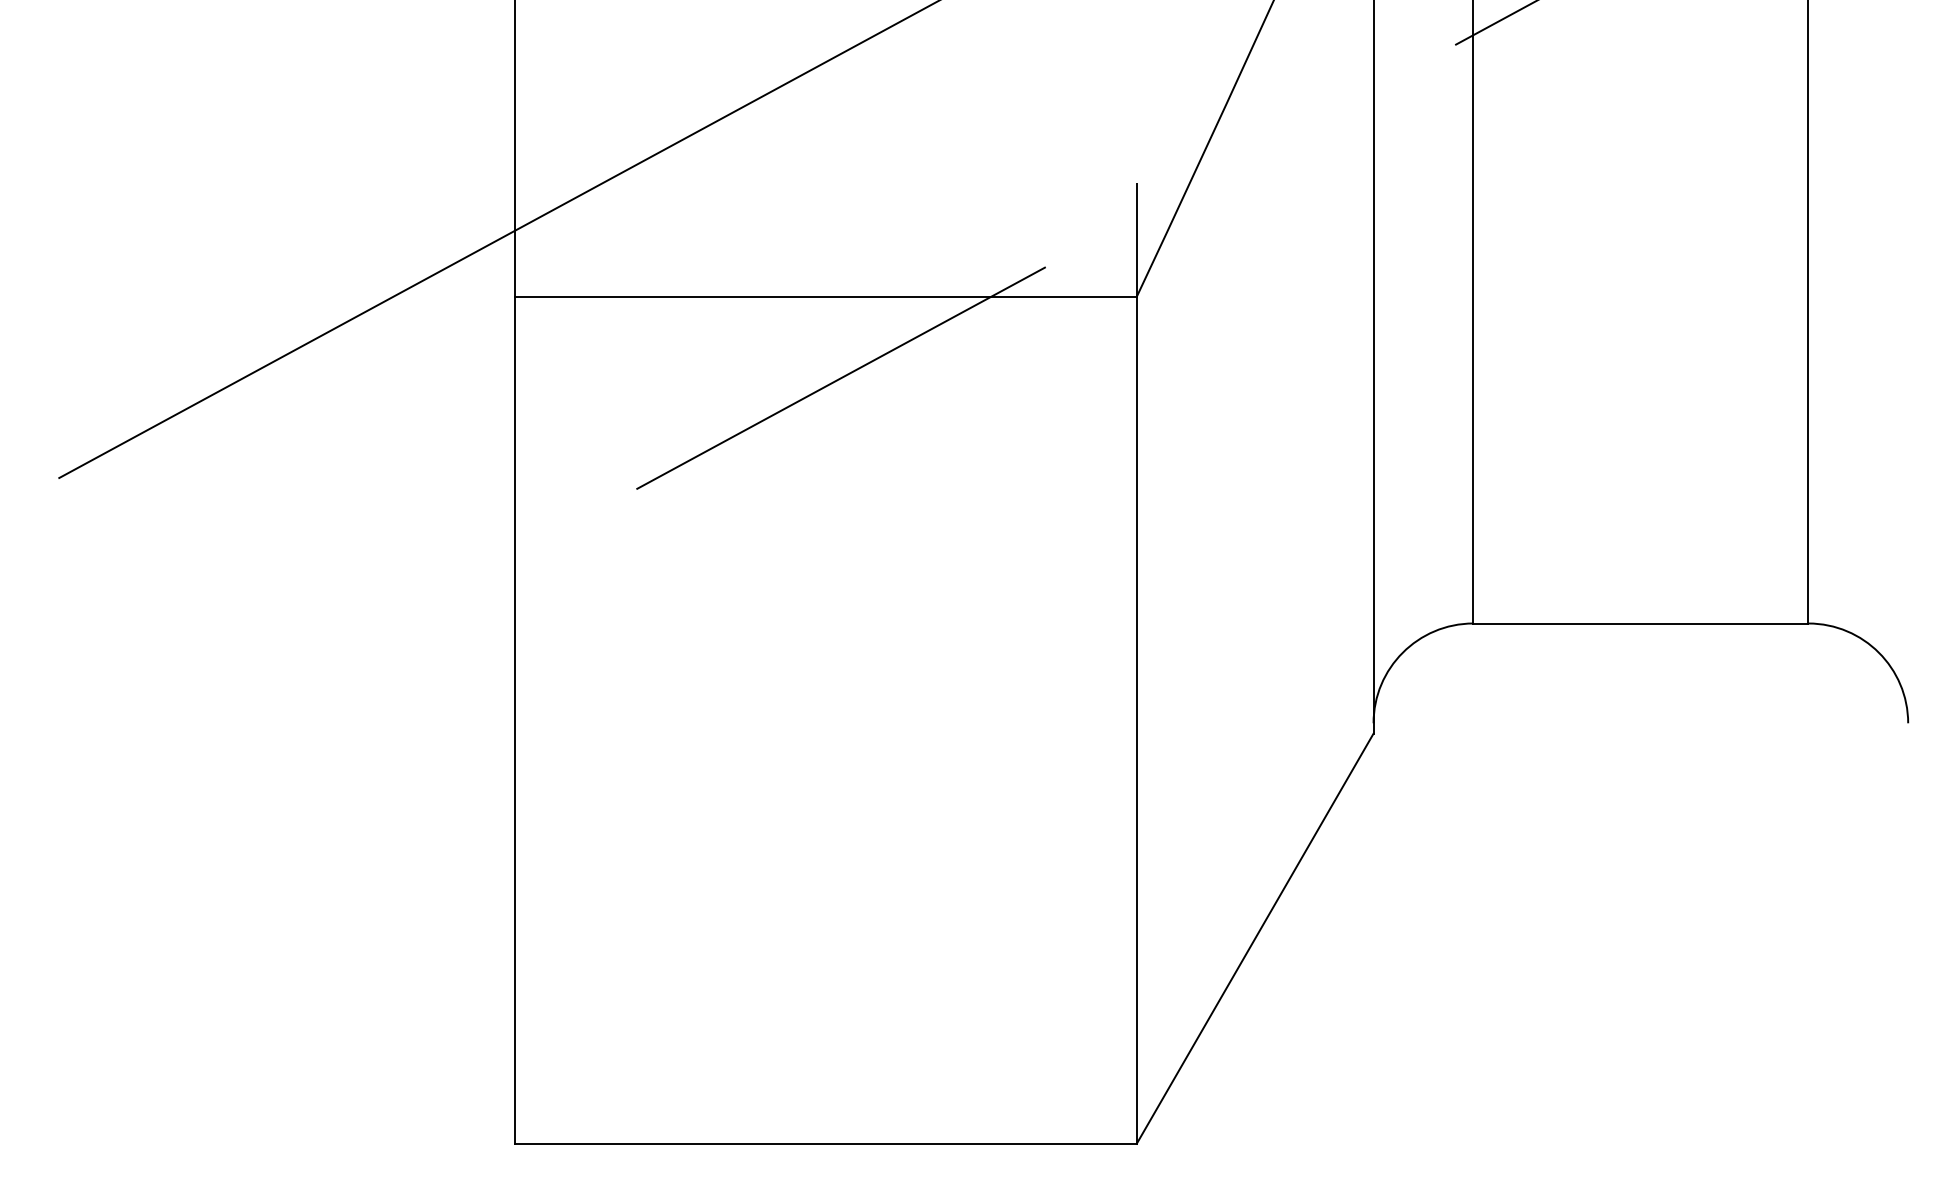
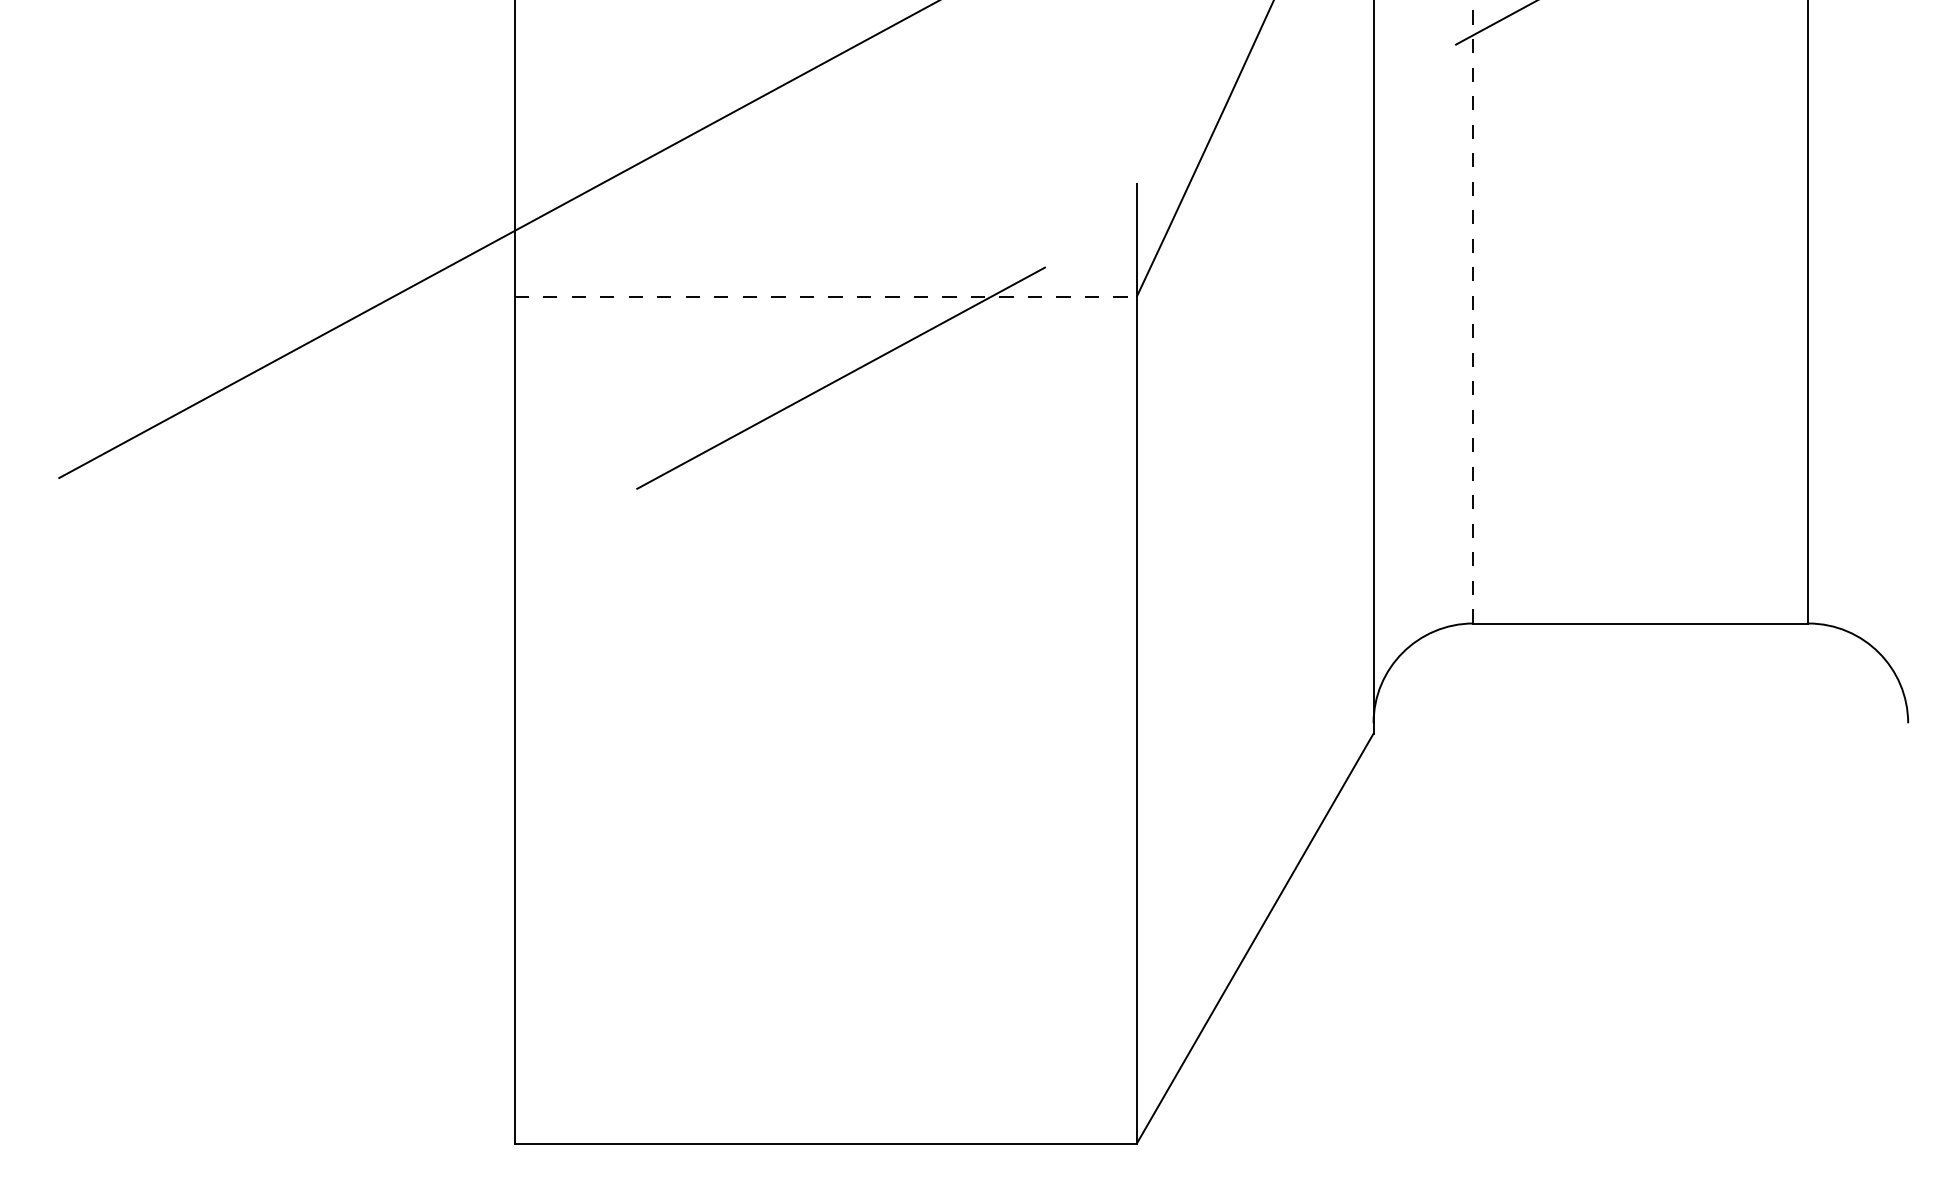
line at (826, 296): solid -> dashed
line at (1473, 311): solid -> dashed
